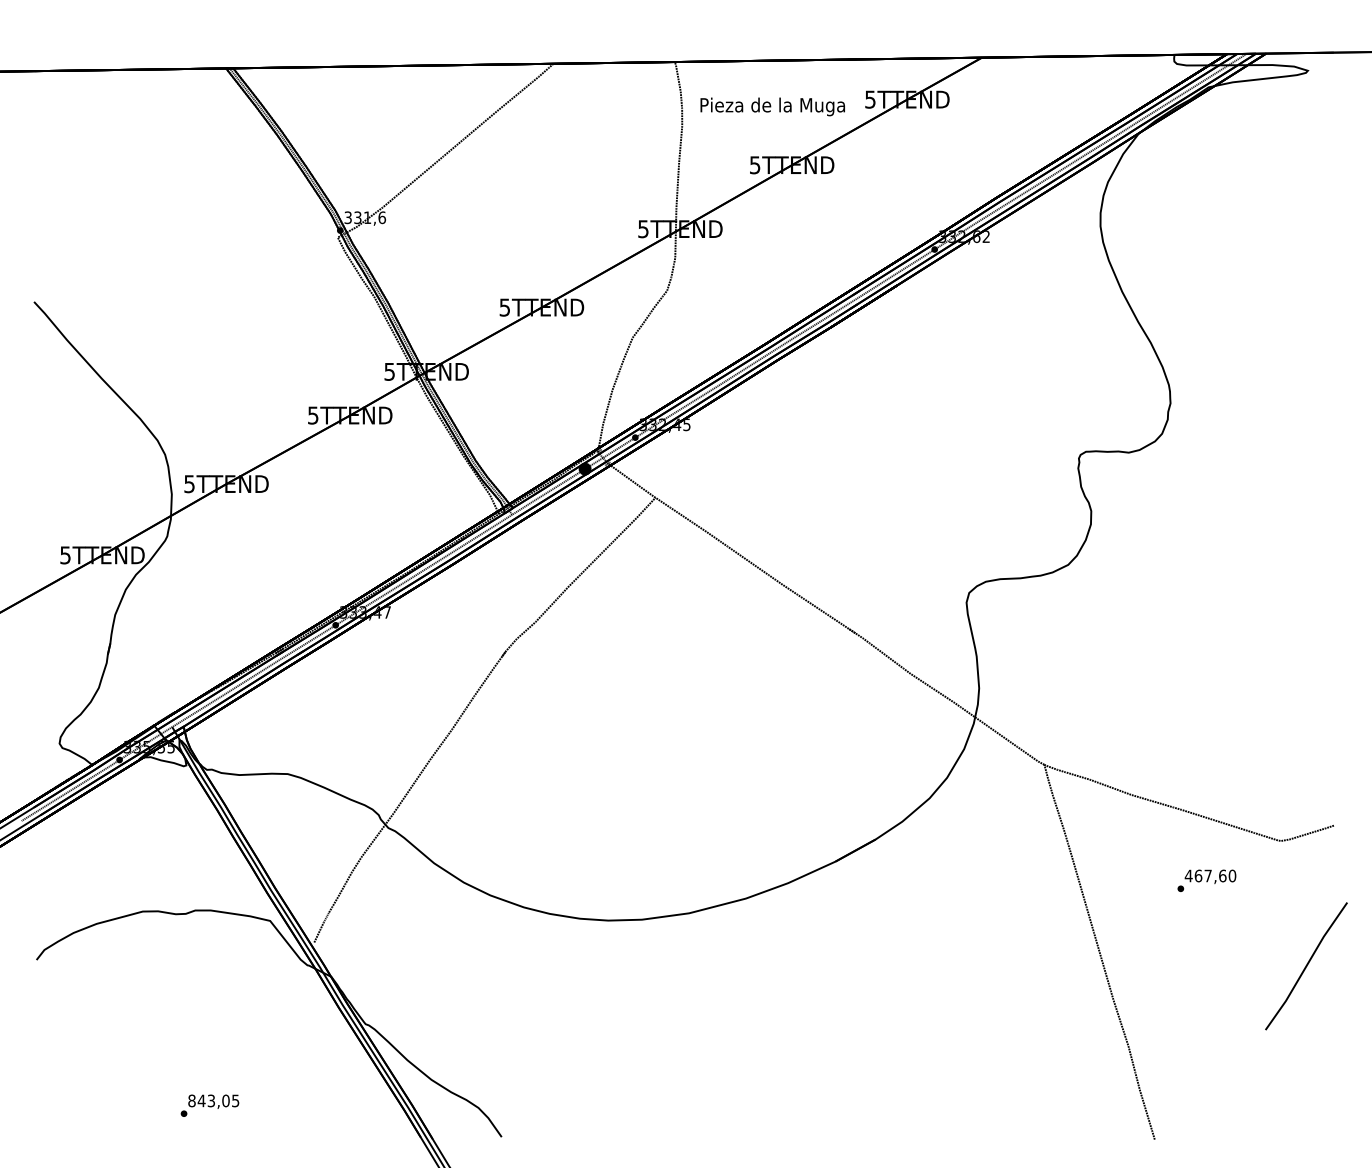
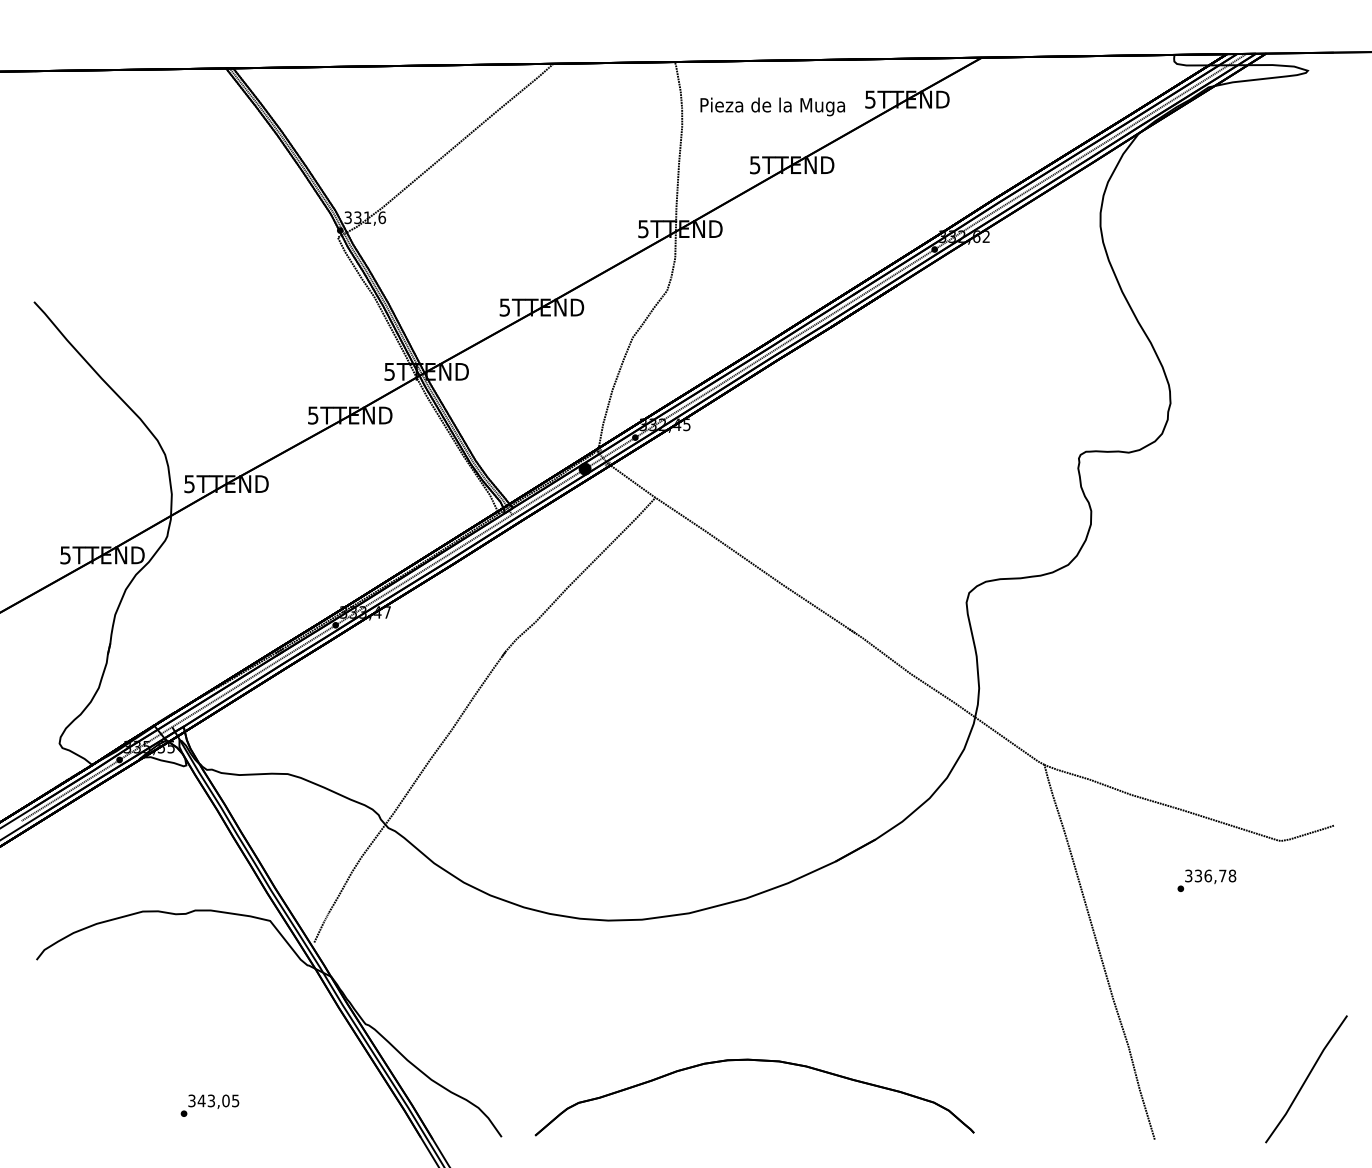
text at (1210, 875): 467,60 -> 336,78
line at (1306, 966) position: (1306, 966) -> (1306, 1079)
part at (755, 1061): none -> present
text at (191, 1100): 843,05 -> 343,05
